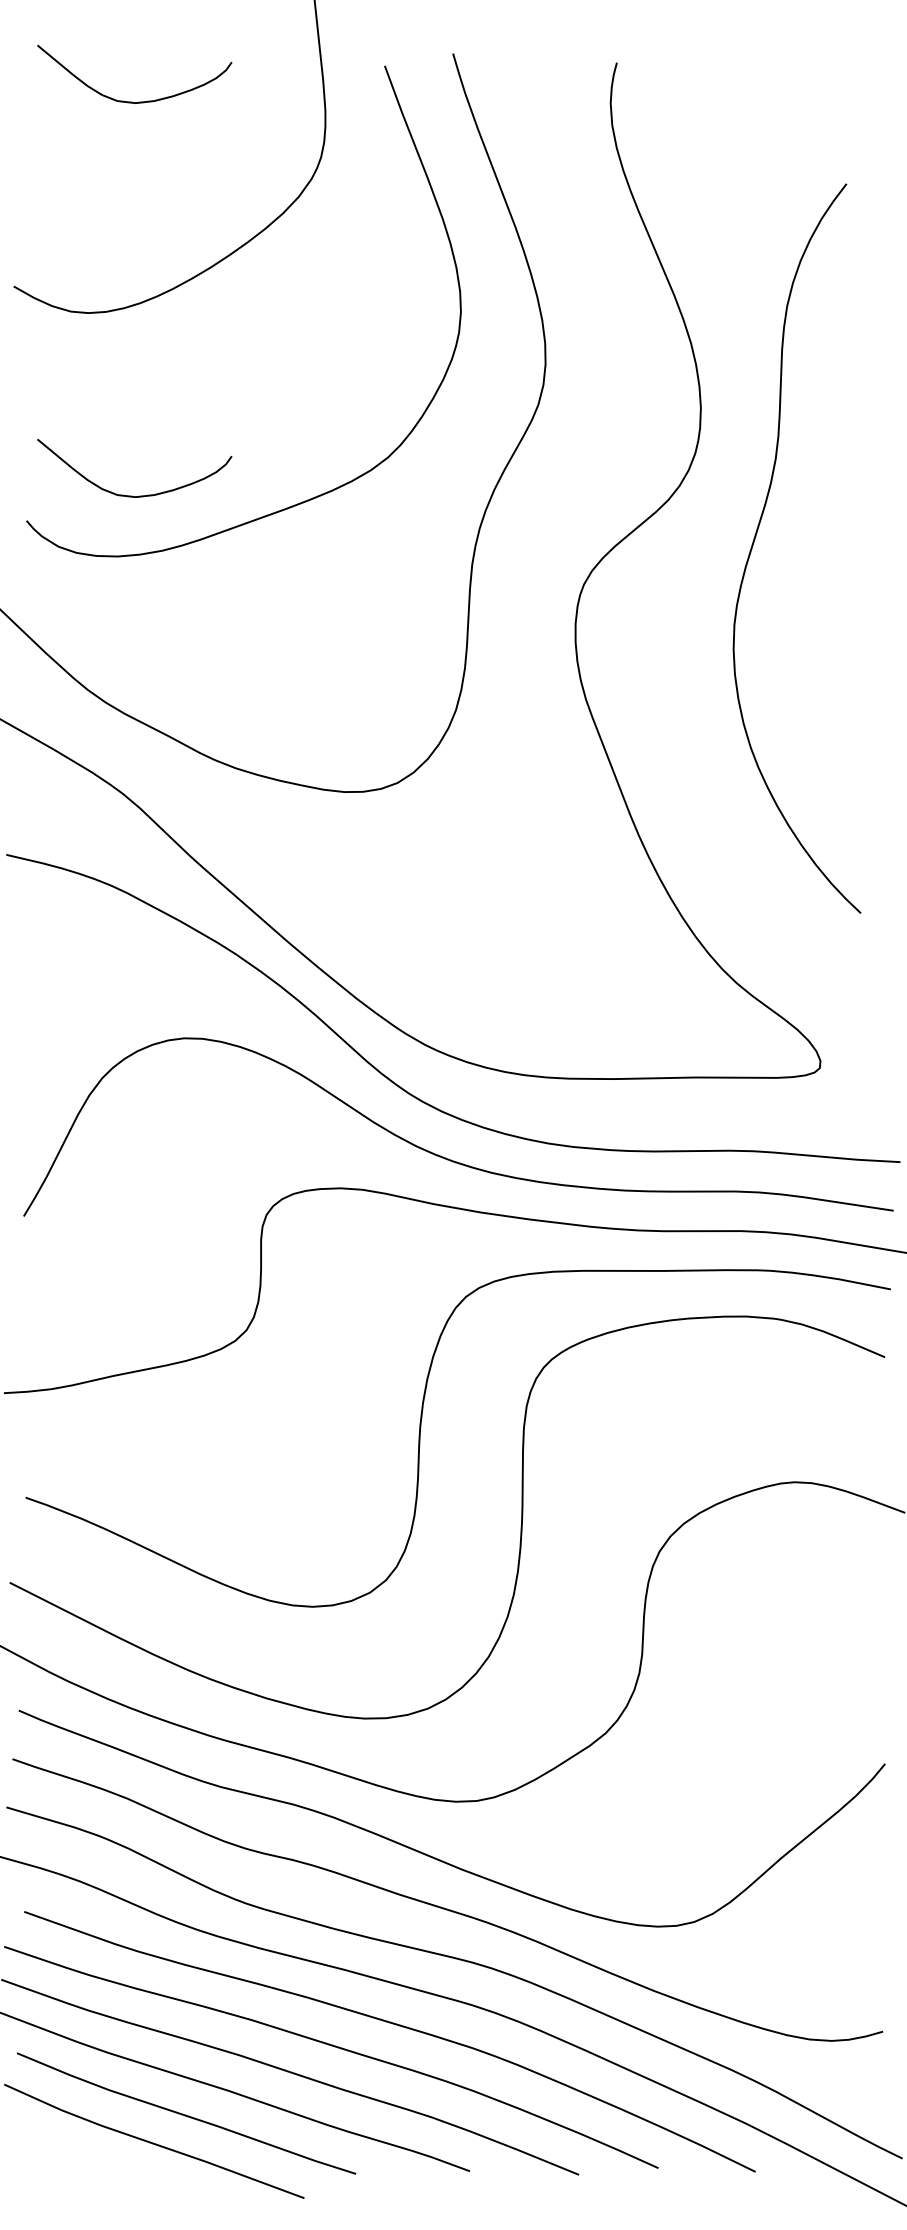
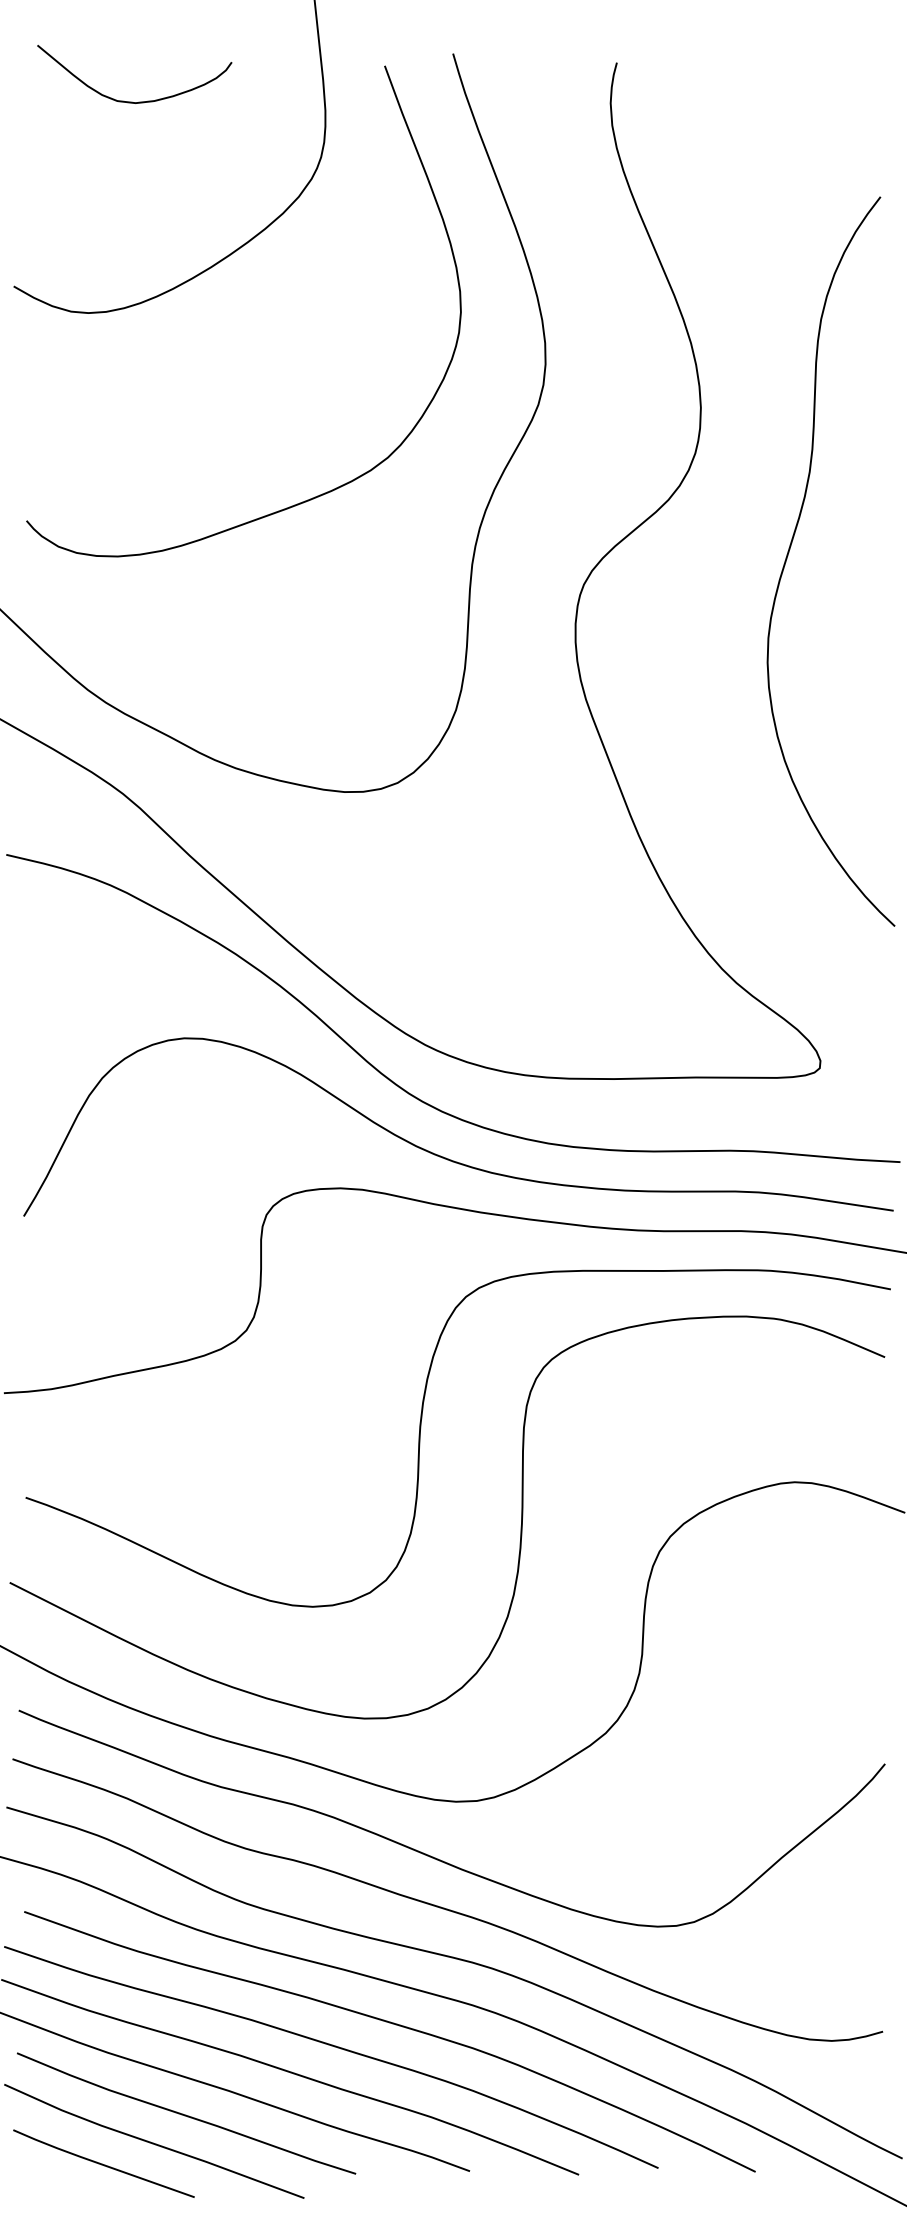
curve at (132, 495): present -> none
curve at (756, 536) position: (756, 536) -> (790, 549)
line at (102, 2163): none -> present
